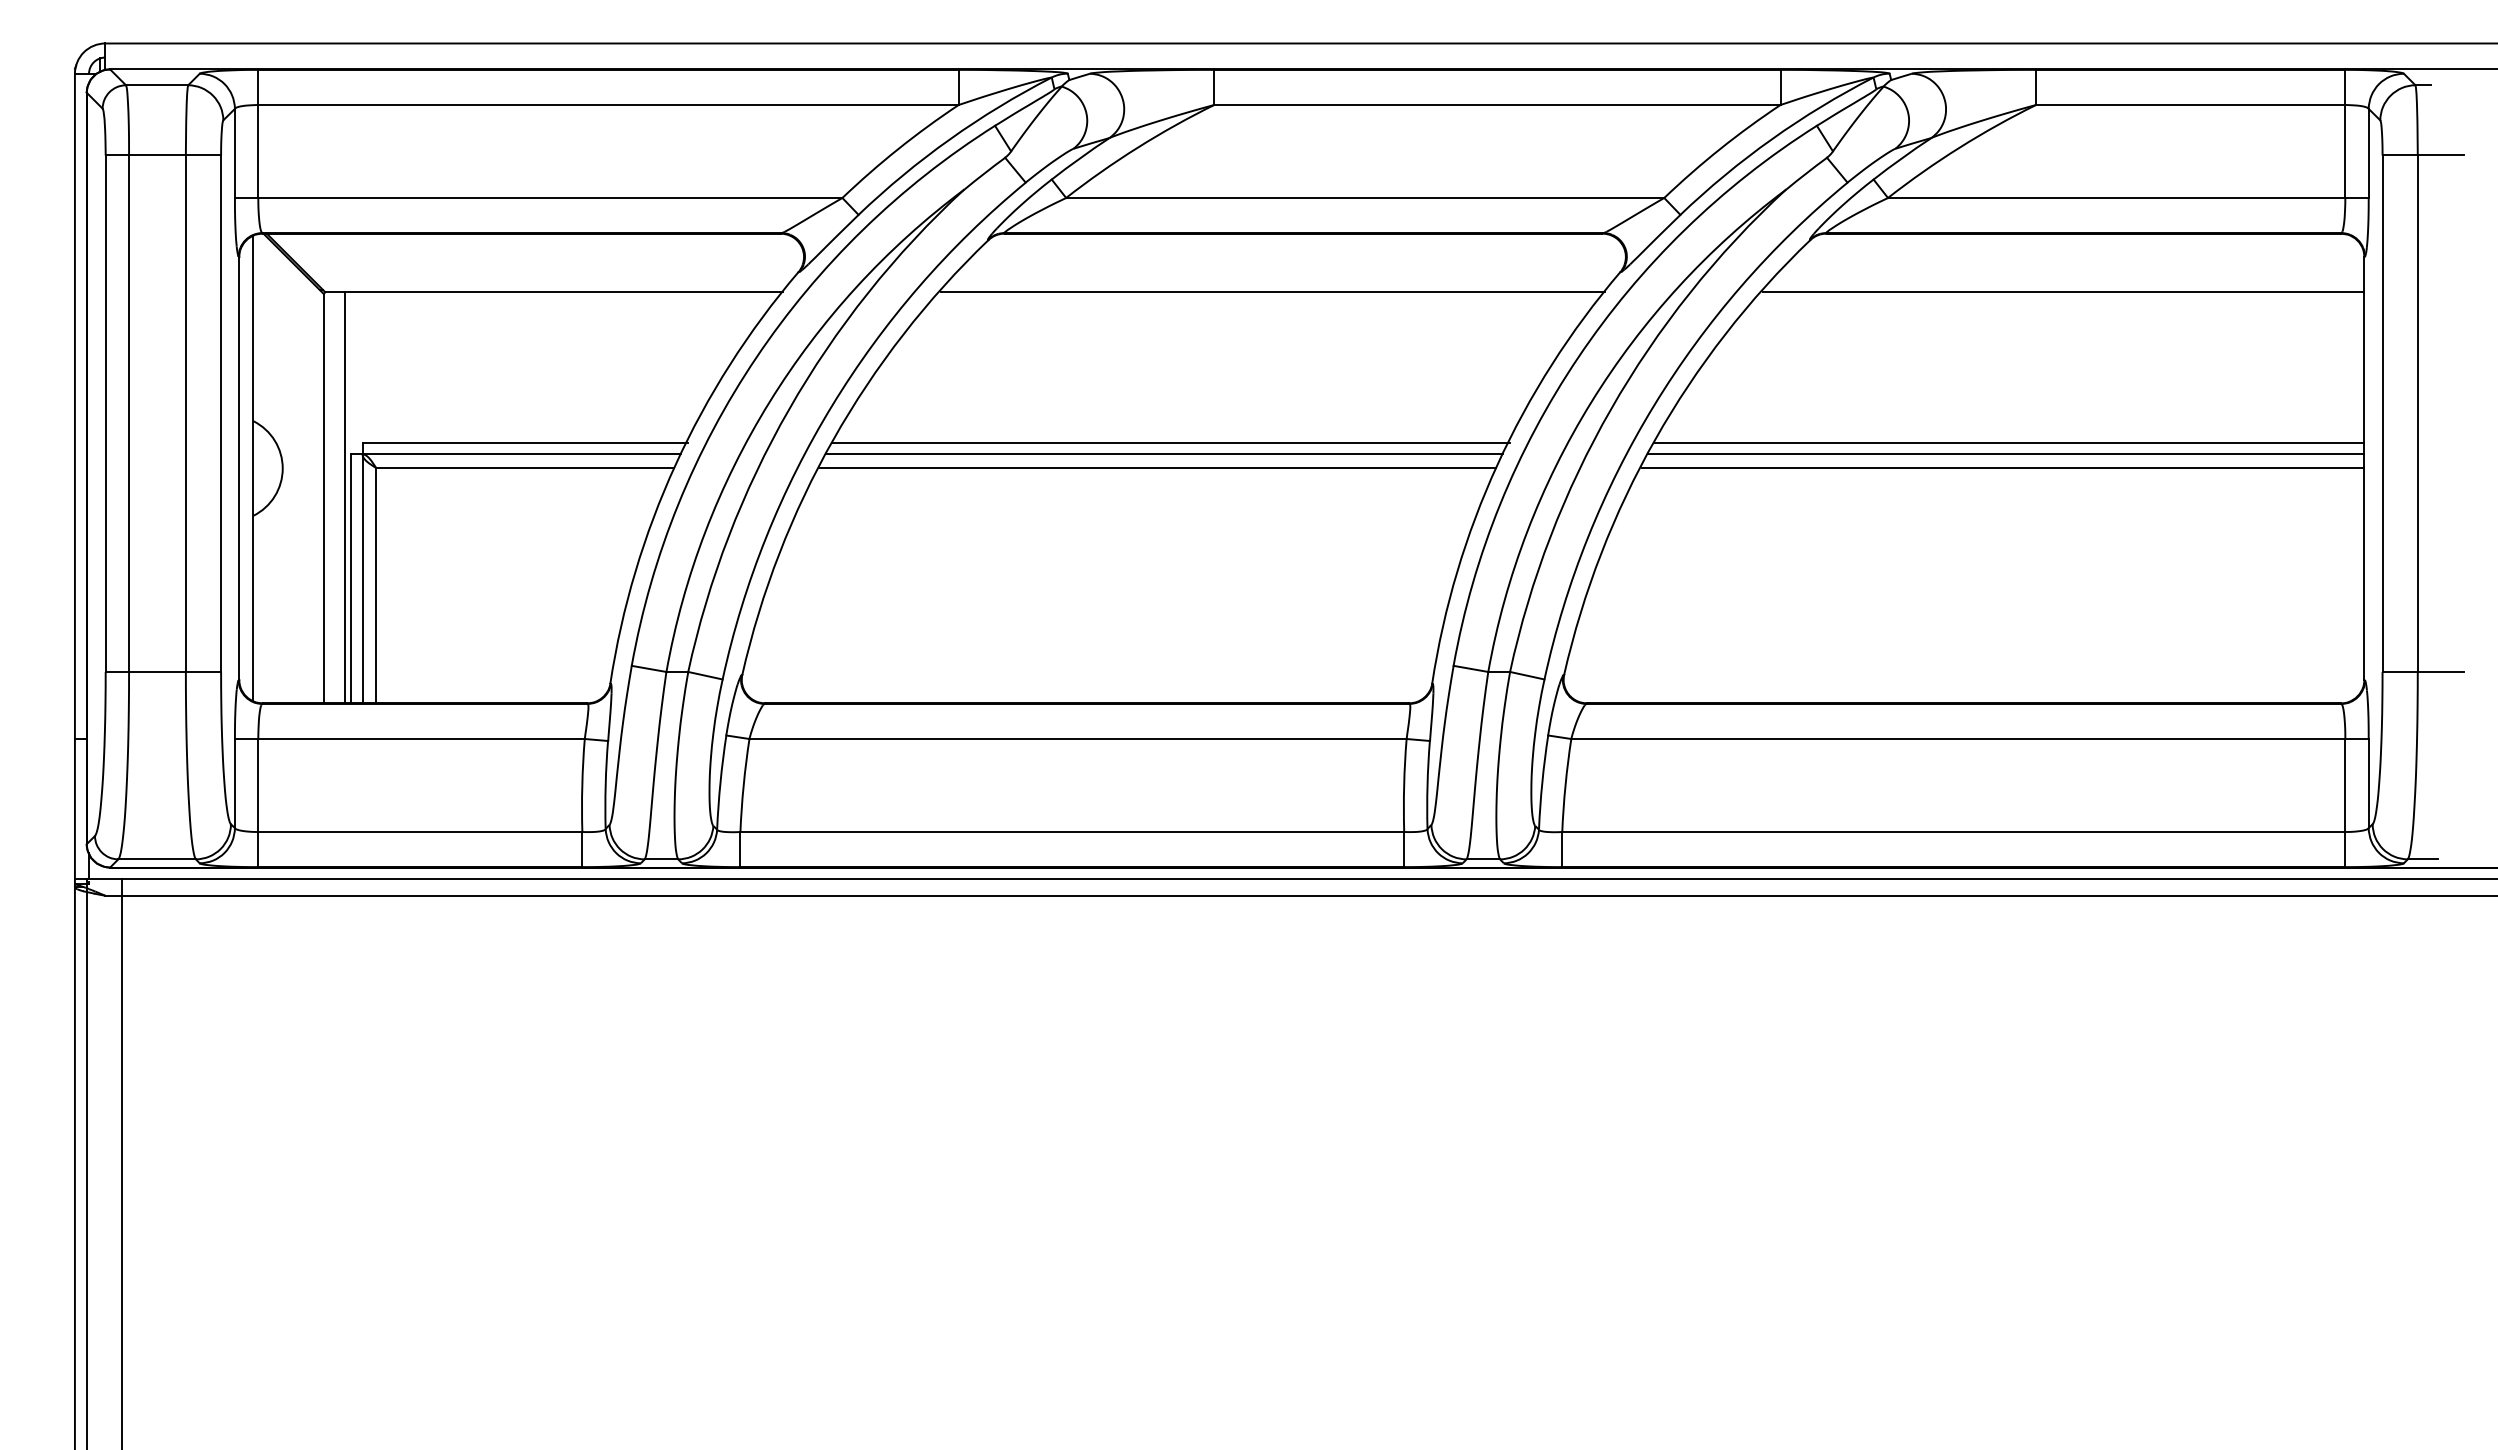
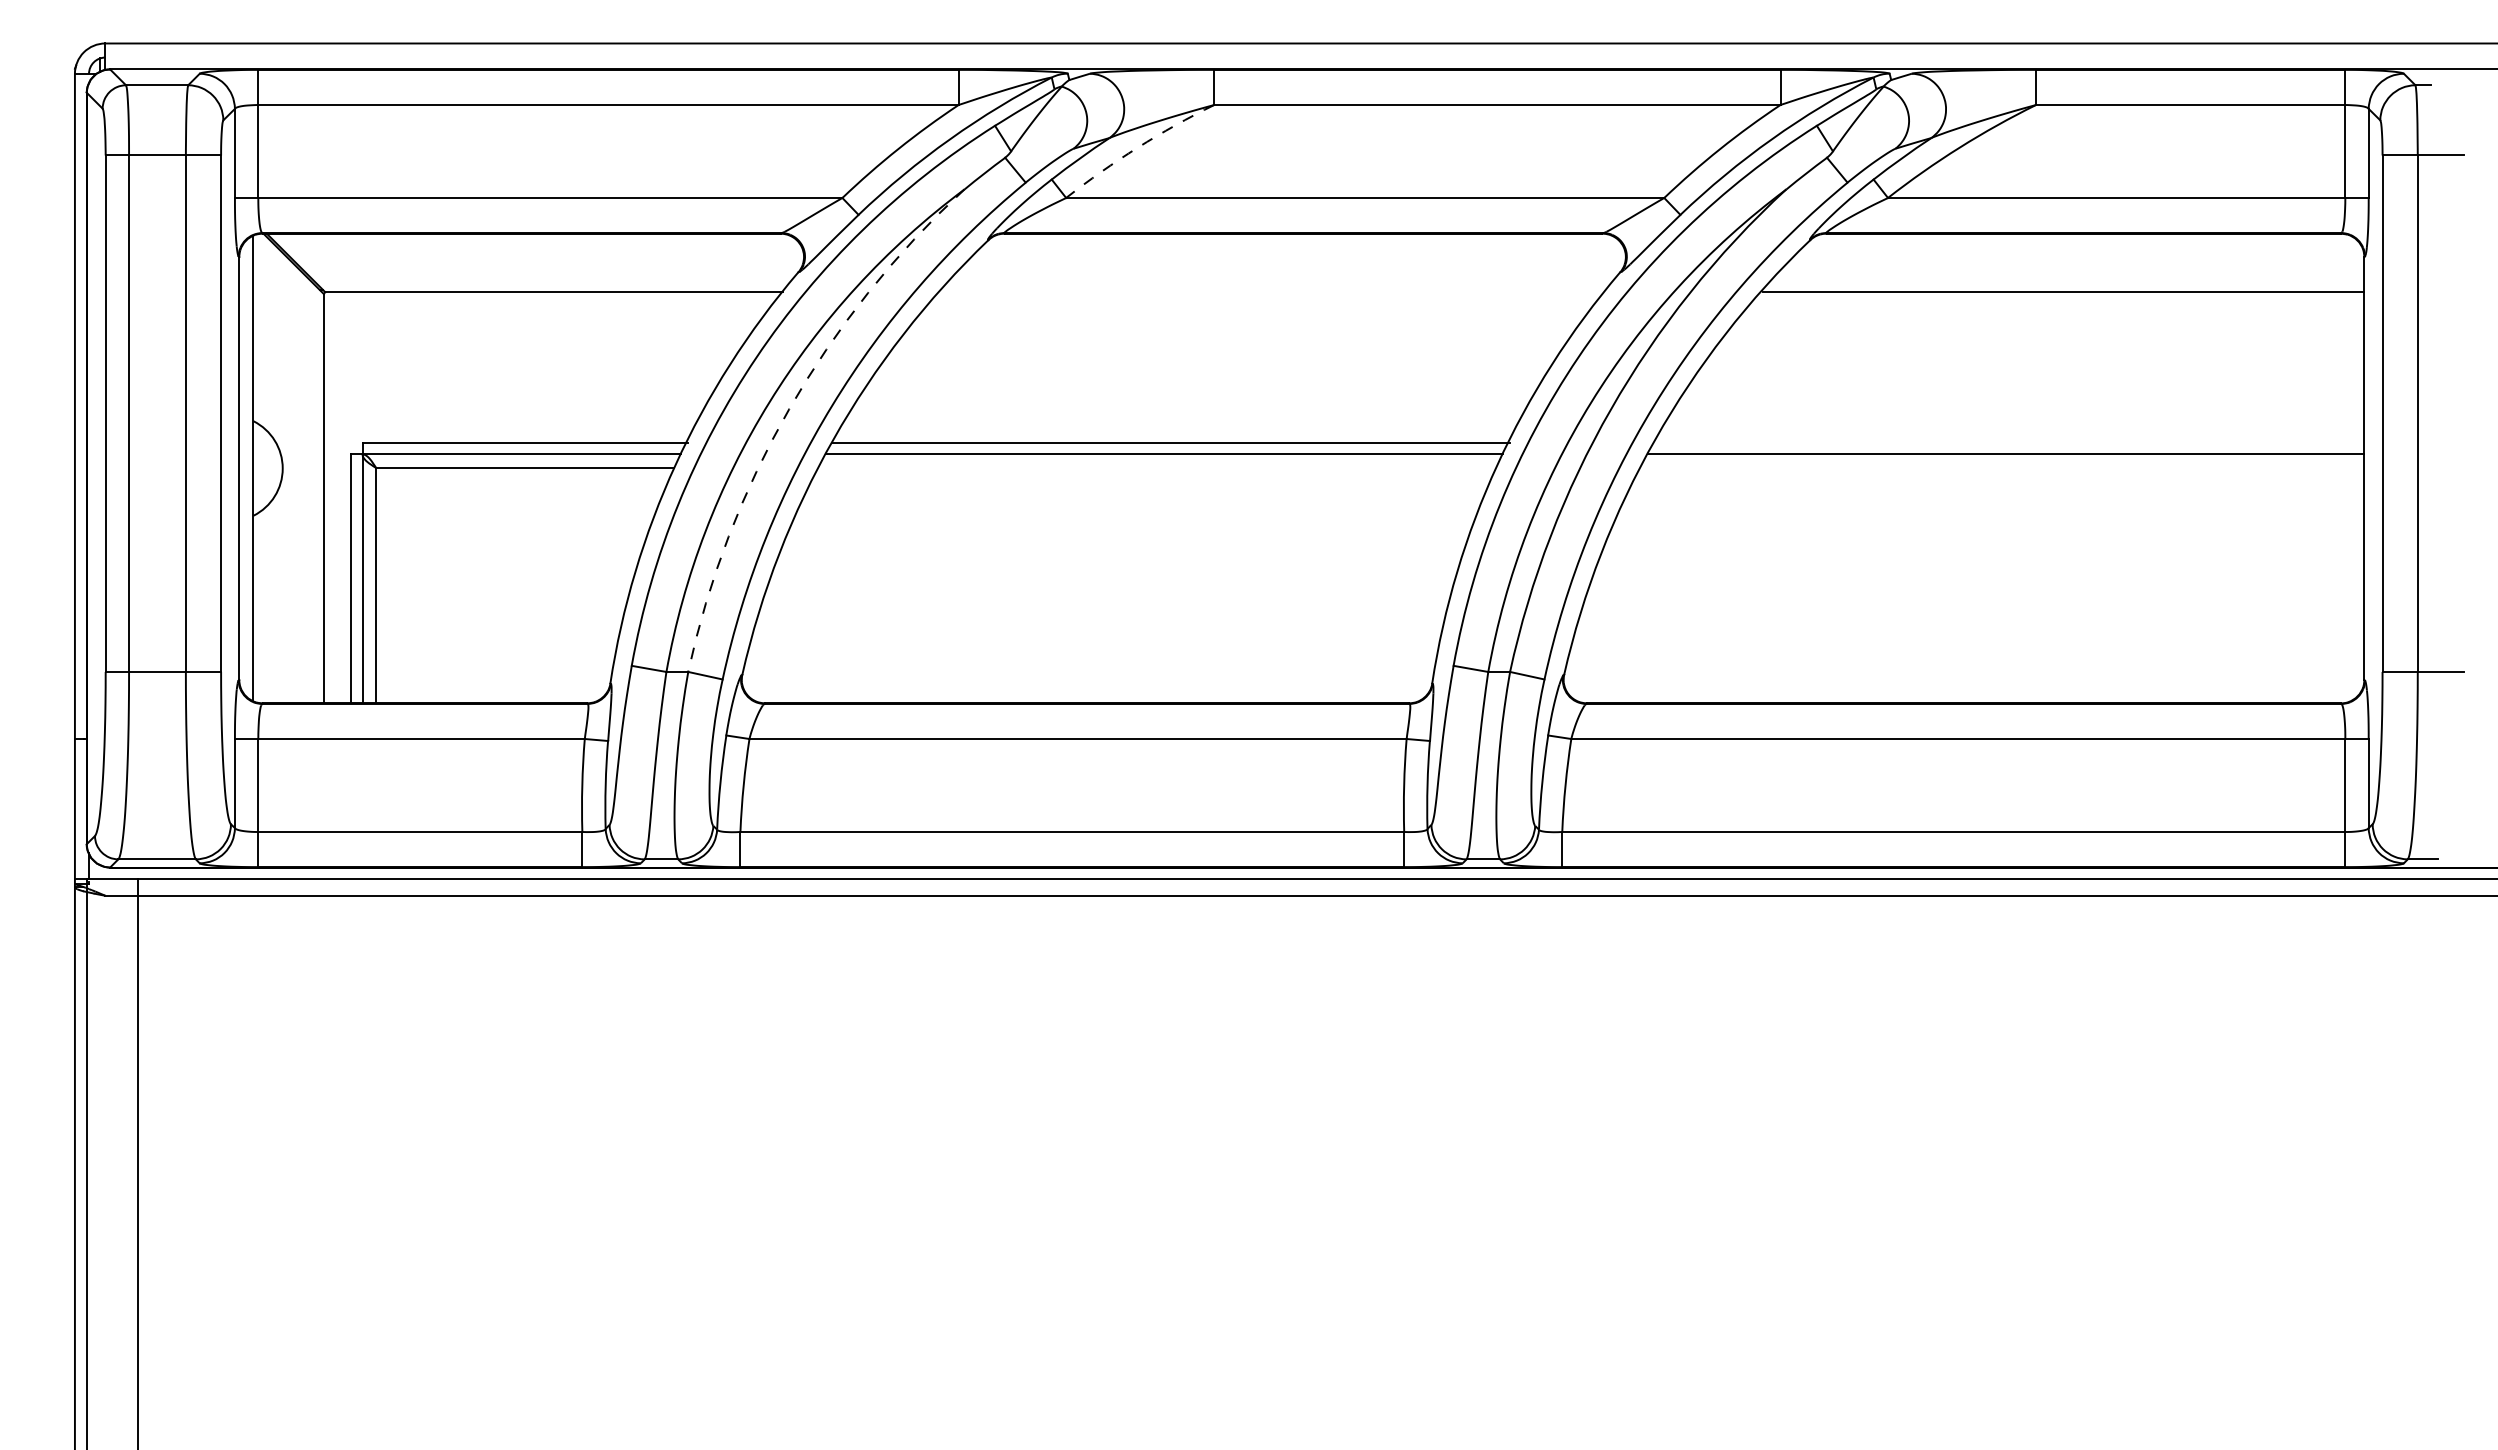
arc at (1137, 147): solid -> dashed
line at (1273, 292): present -> none
arc at (789, 409): solid -> dashed
line at (2008, 442): present -> none
line at (1157, 468): present -> none
line at (2002, 468): present -> none
line at (344, 497): present -> none
line at (121, 1162) position: (121, 1162) -> (137, 1162)
